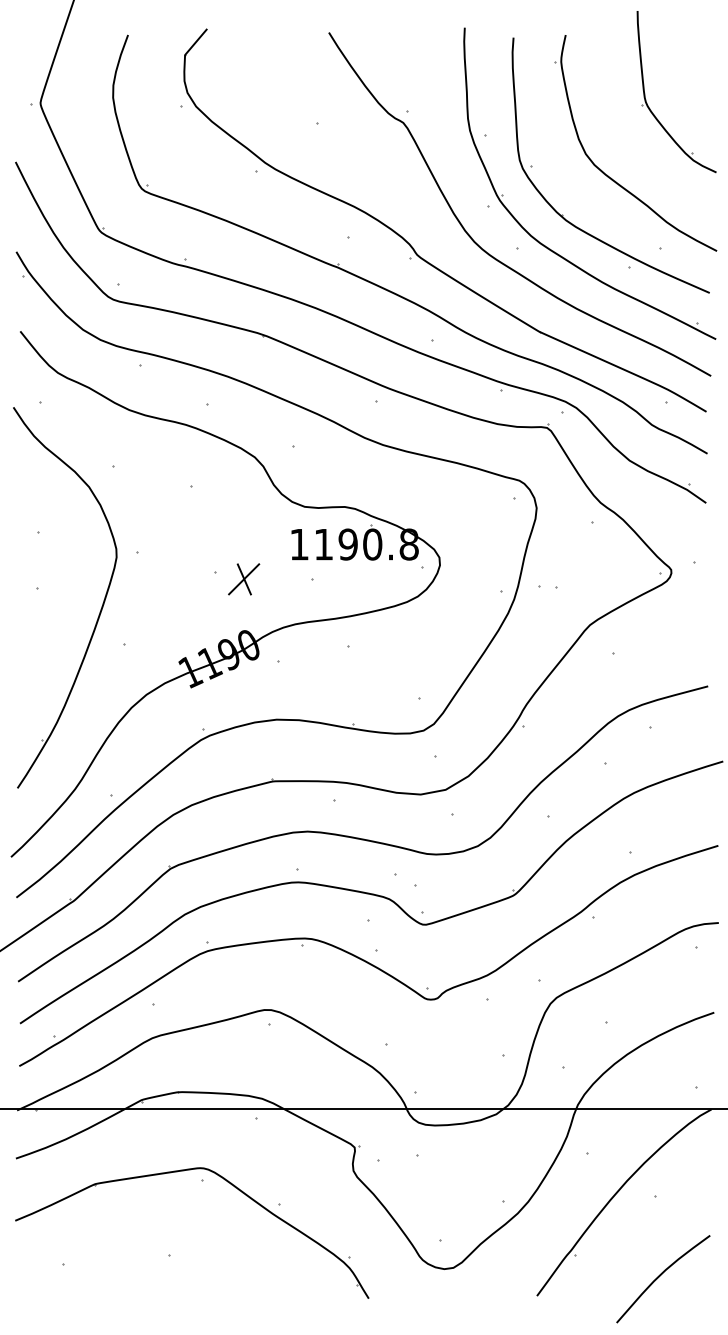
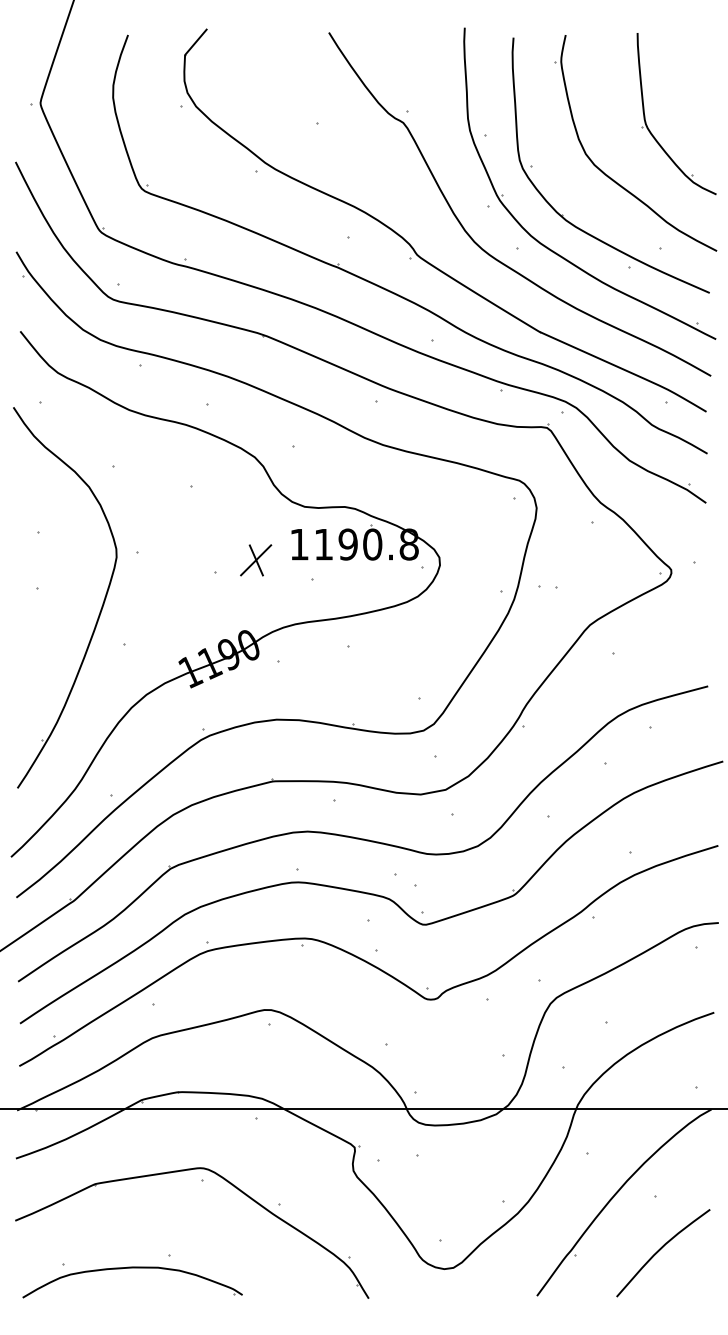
part at (650, 108) position: (650, 108) -> (650, 130)
part at (244, 579) position: (244, 579) -> (256, 560)
part at (132, 1268): none -> present
curve at (660, 1276) position: (660, 1276) -> (660, 1250)
